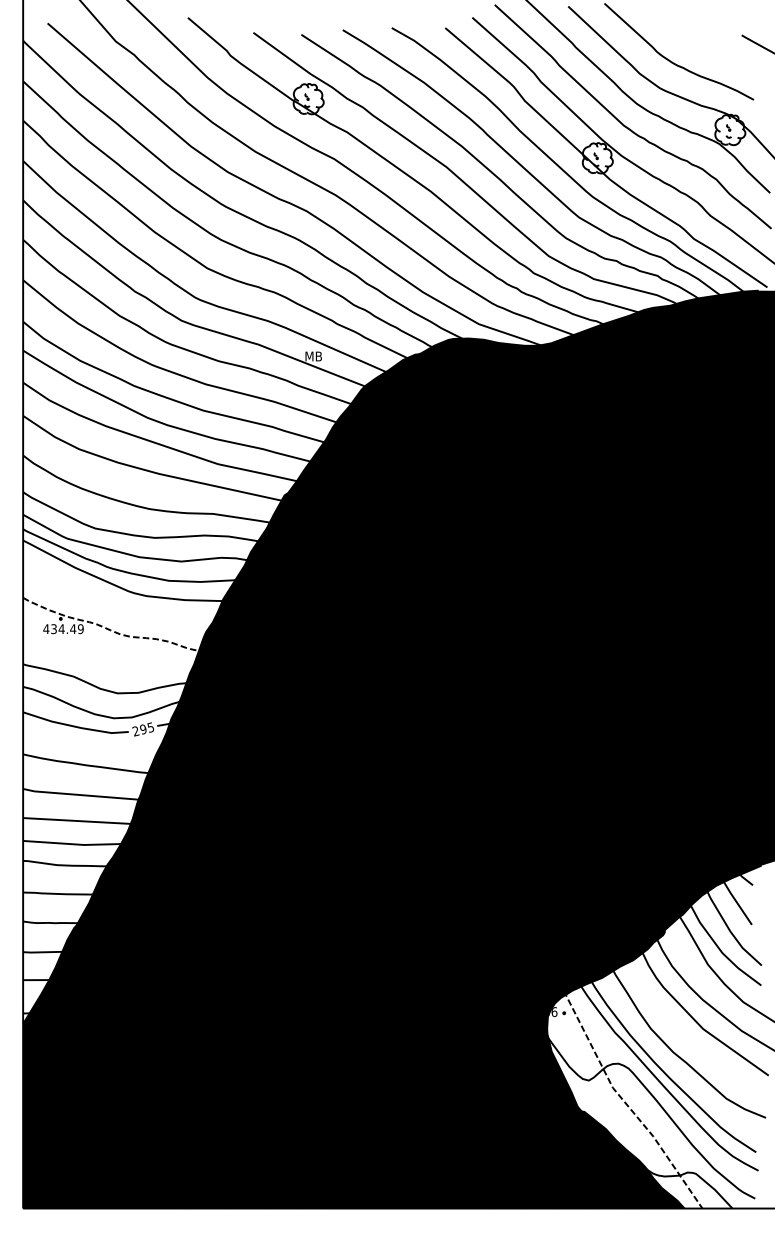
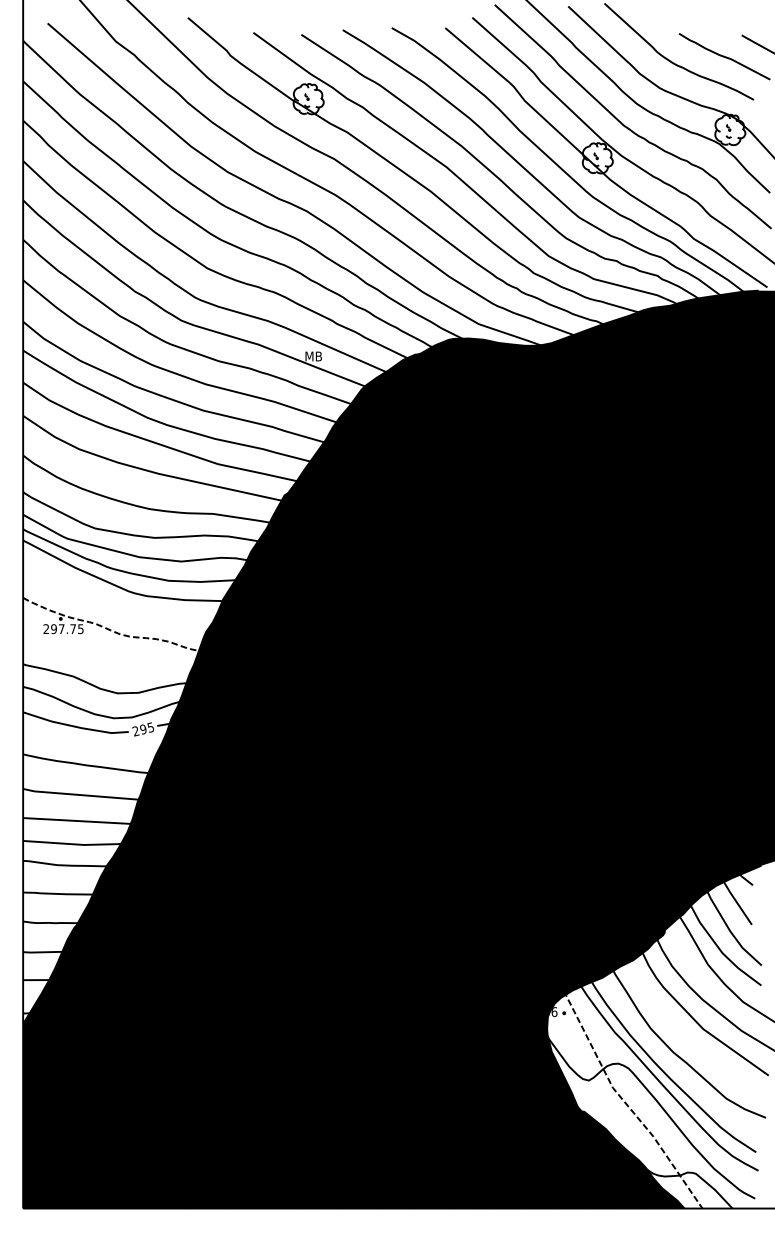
curve at (724, 56): none -> present
text at (63, 628): 434.49 -> 297.75
